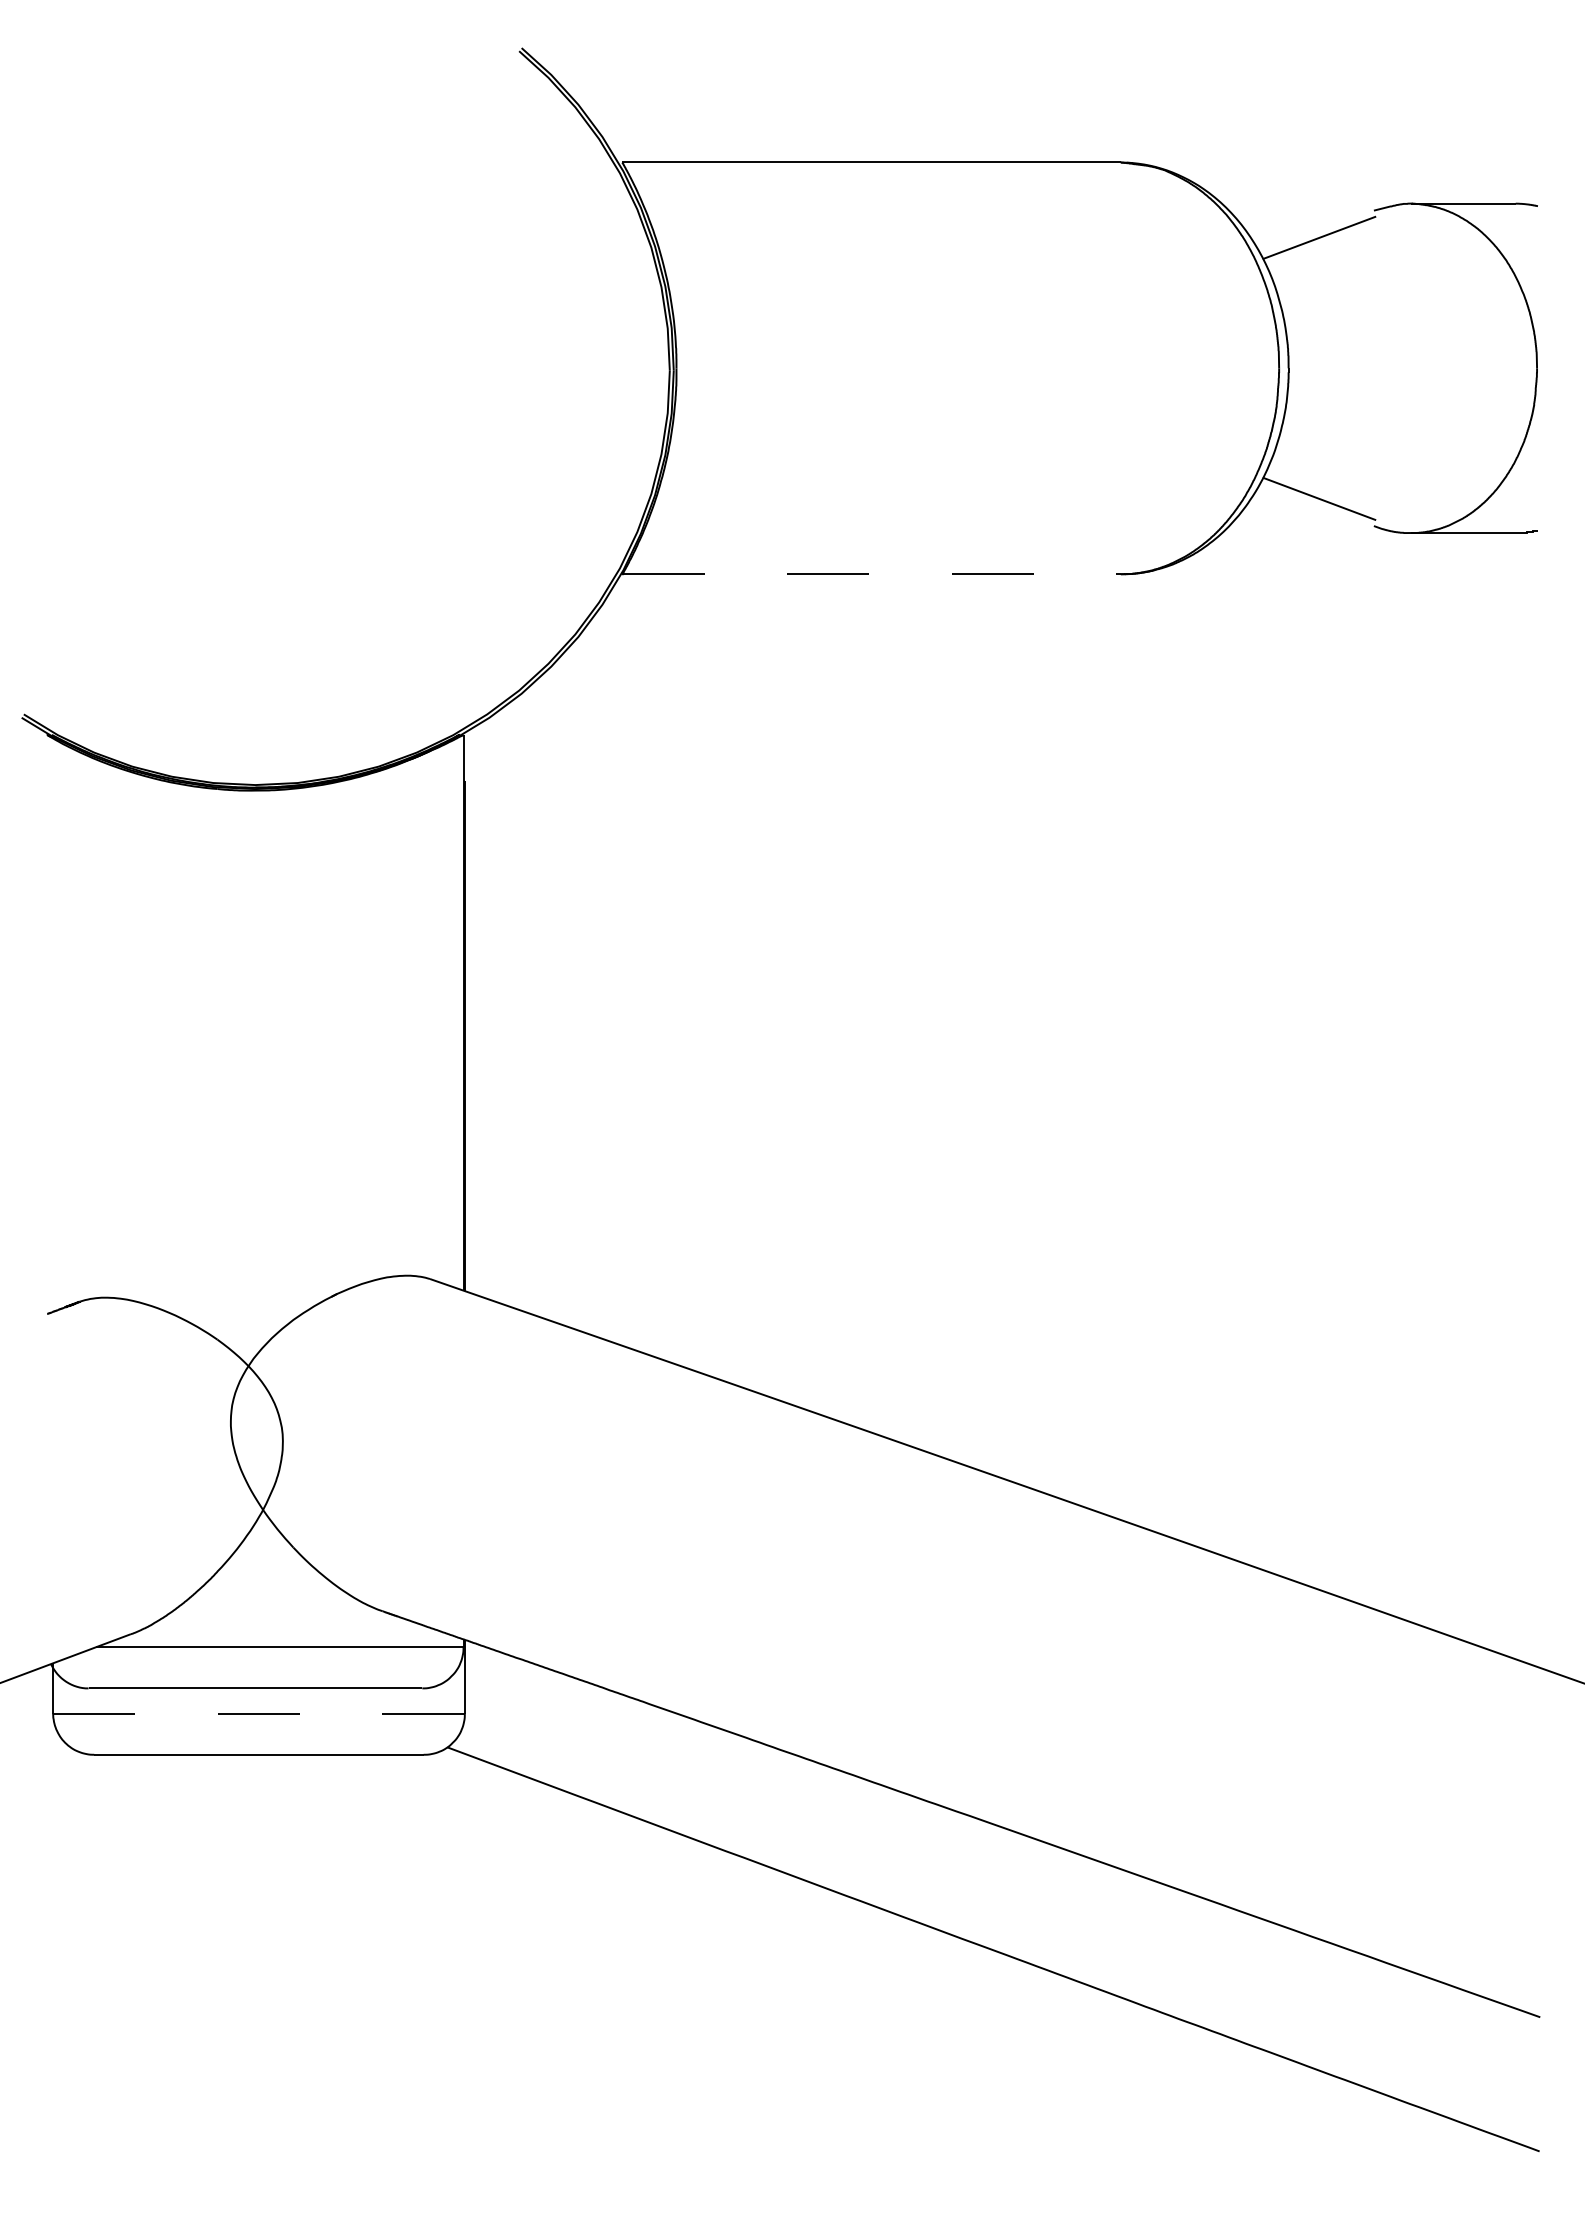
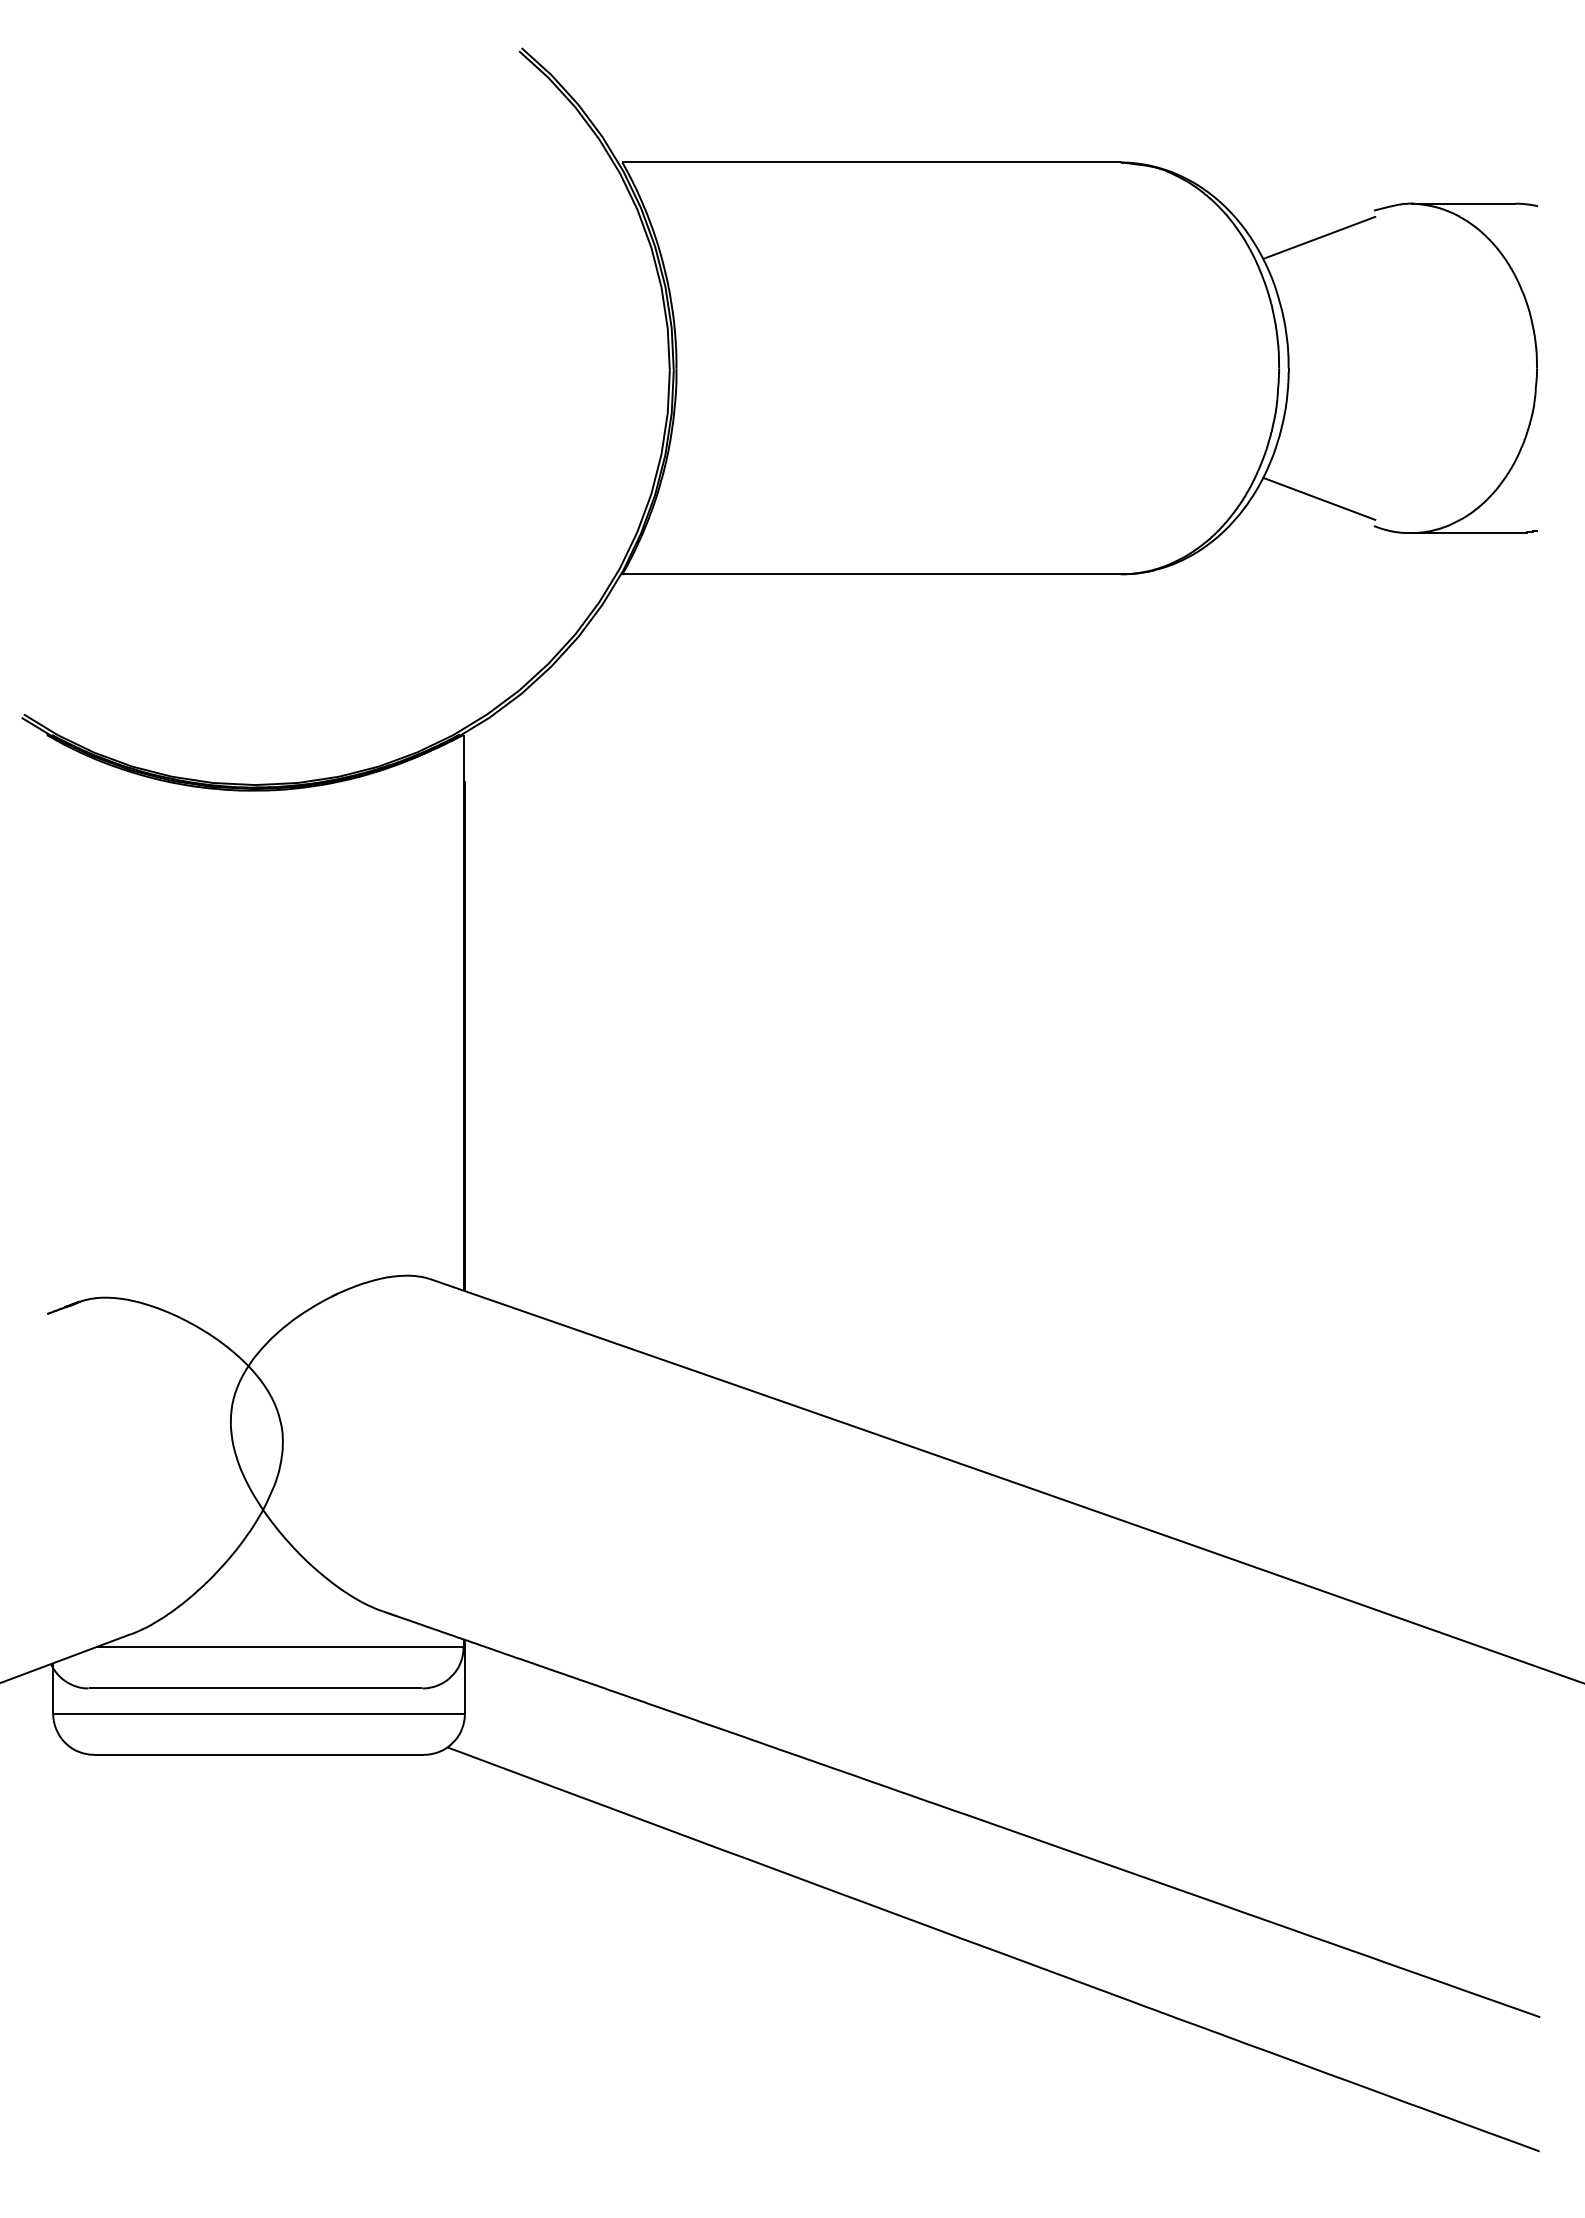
line at (872, 574): dashed -> solid
line at (258, 1713): dashed -> solid
